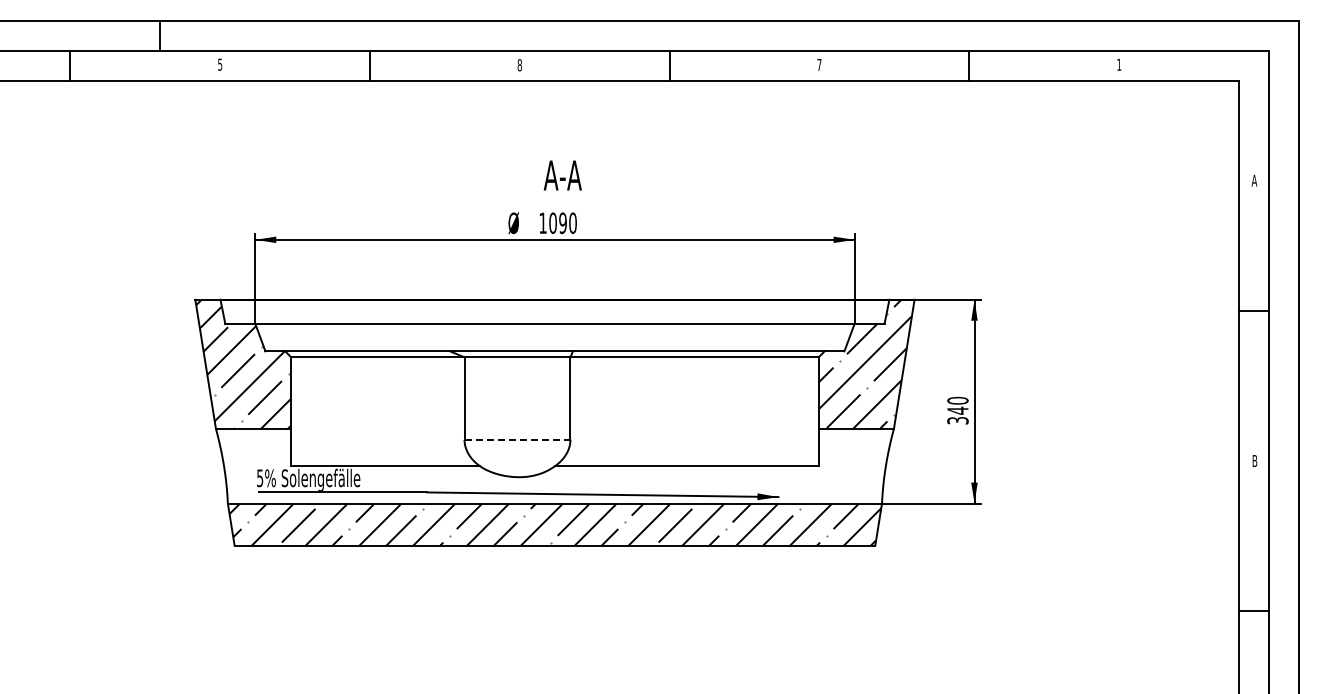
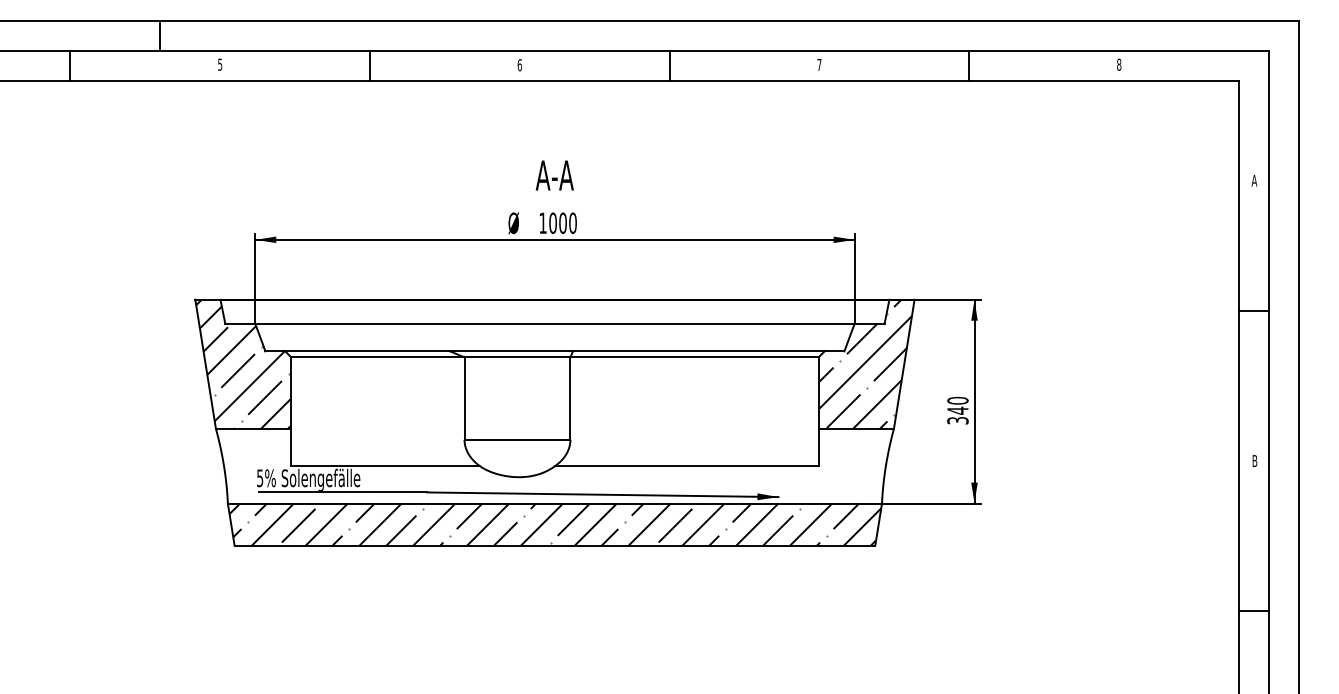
text at (519, 64): 8 -> 6
text at (1119, 64): 1 -> 8
text at (562, 175) position: (562, 175) -> (554, 175)
text at (562, 222): 1090 -> 1000
line at (517, 439): dashed -> solid
